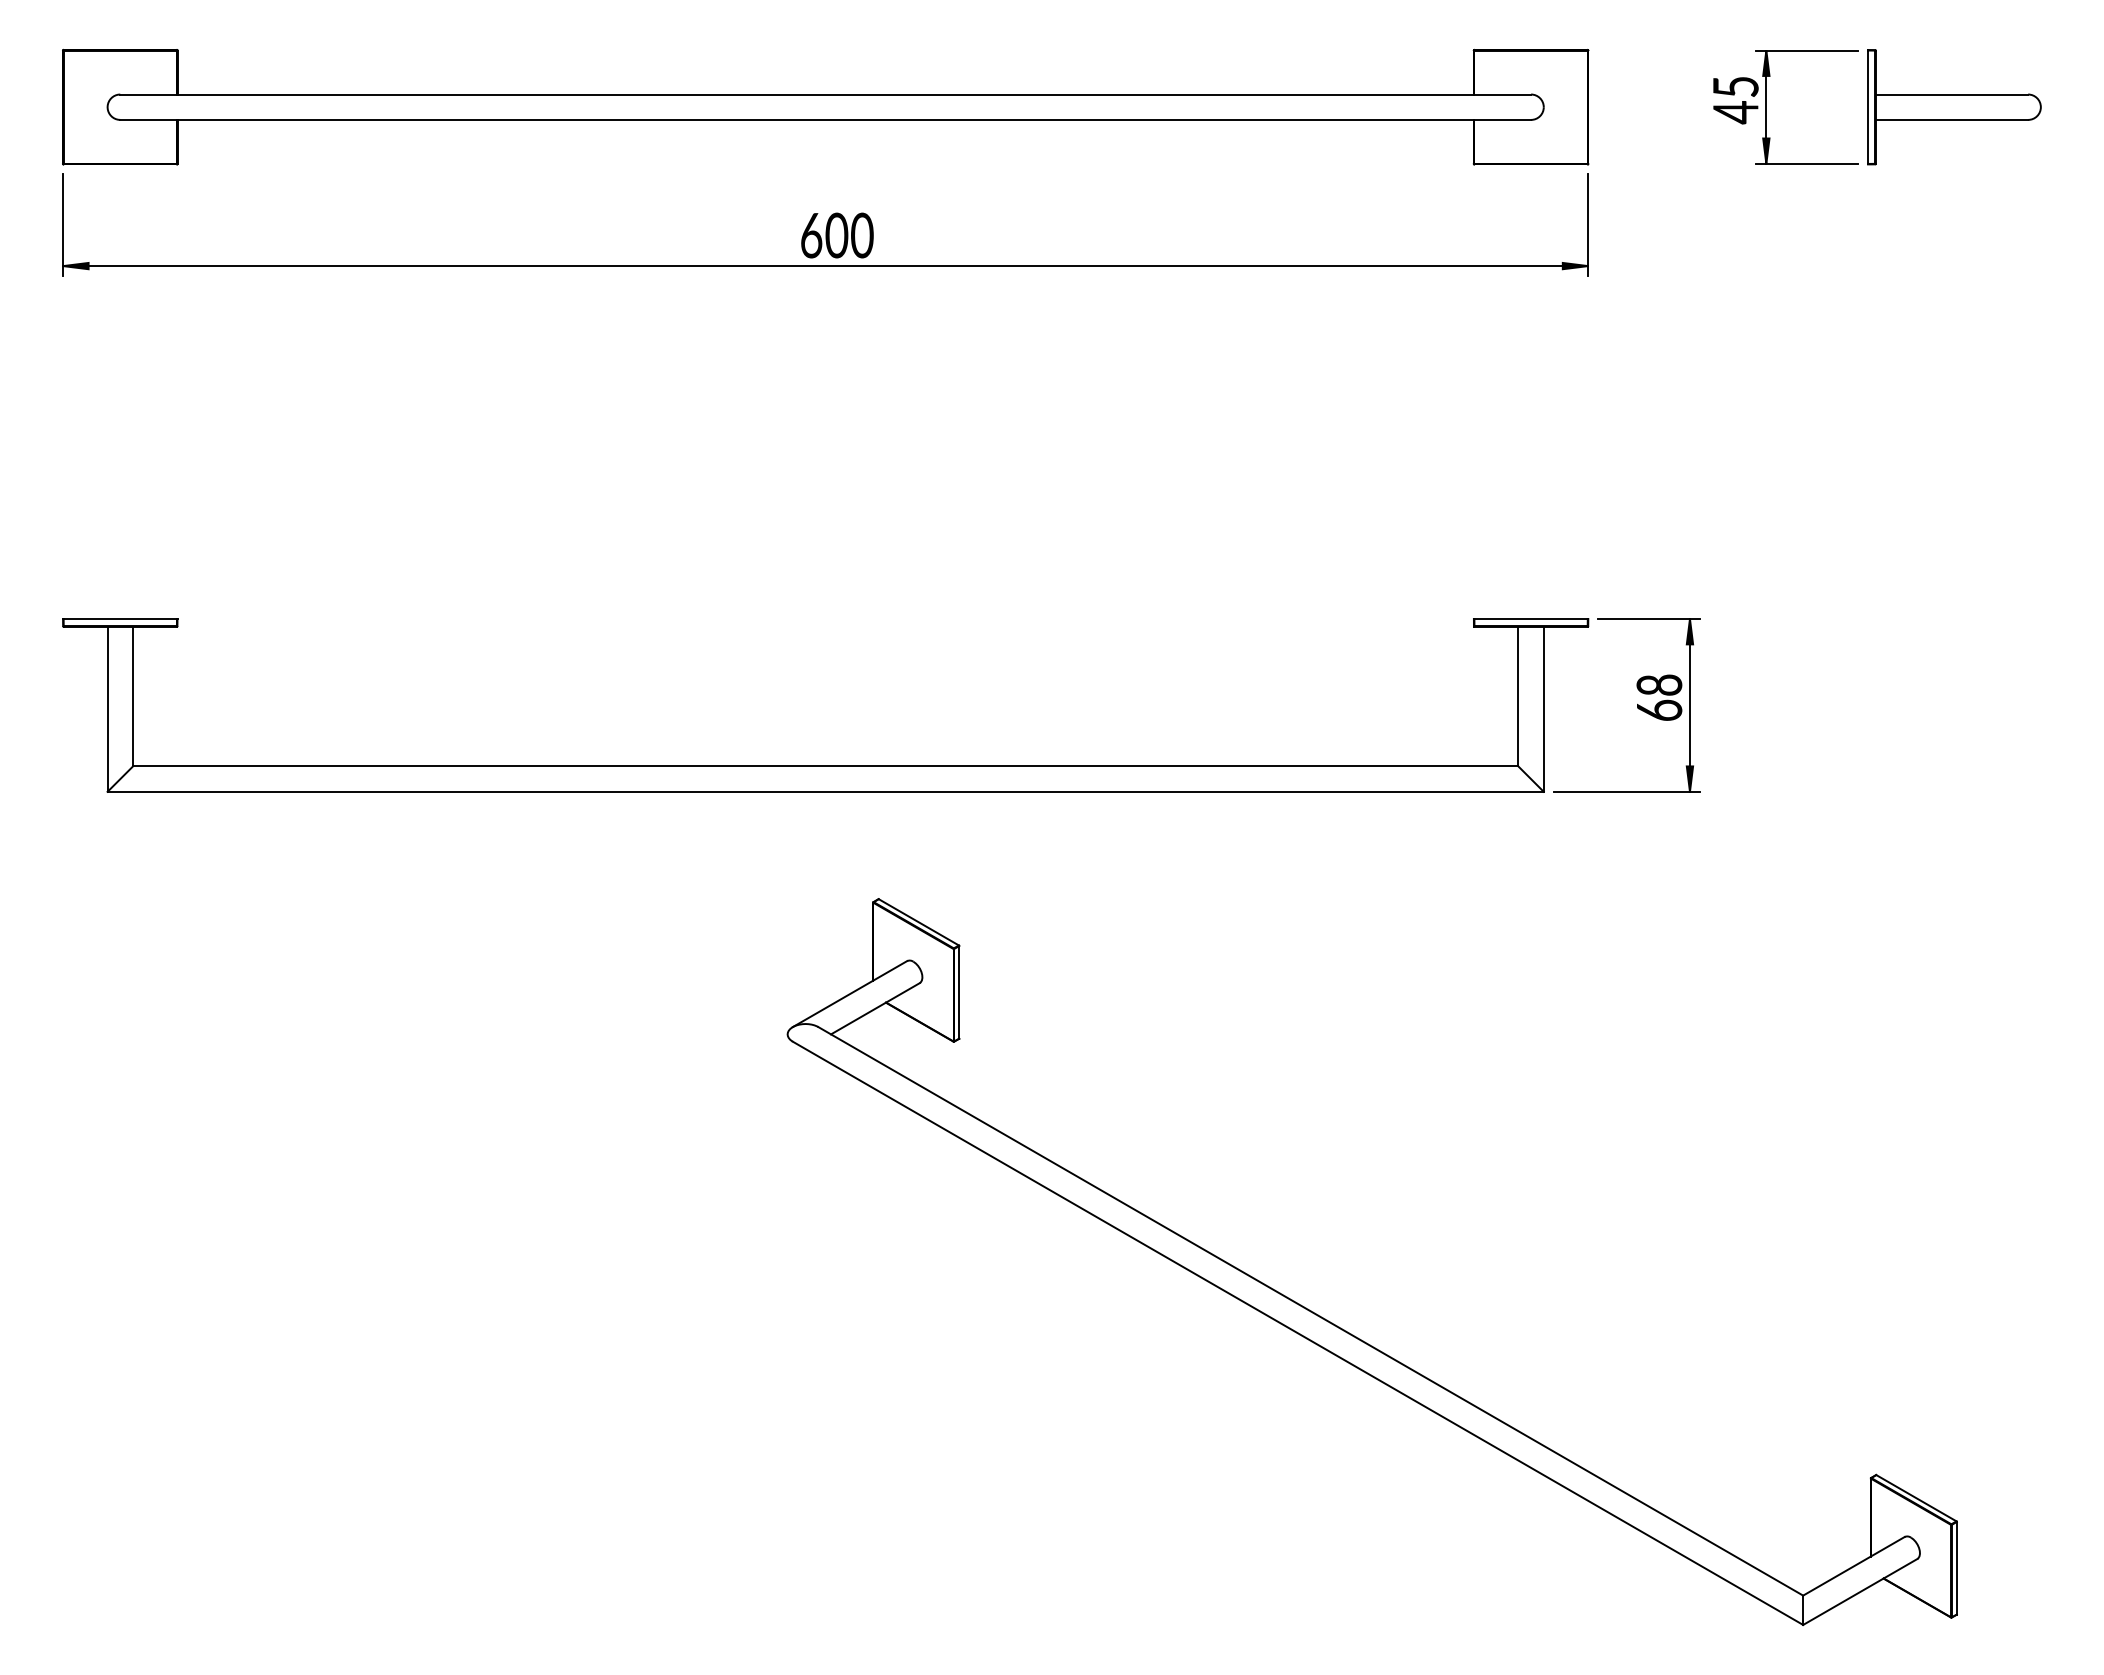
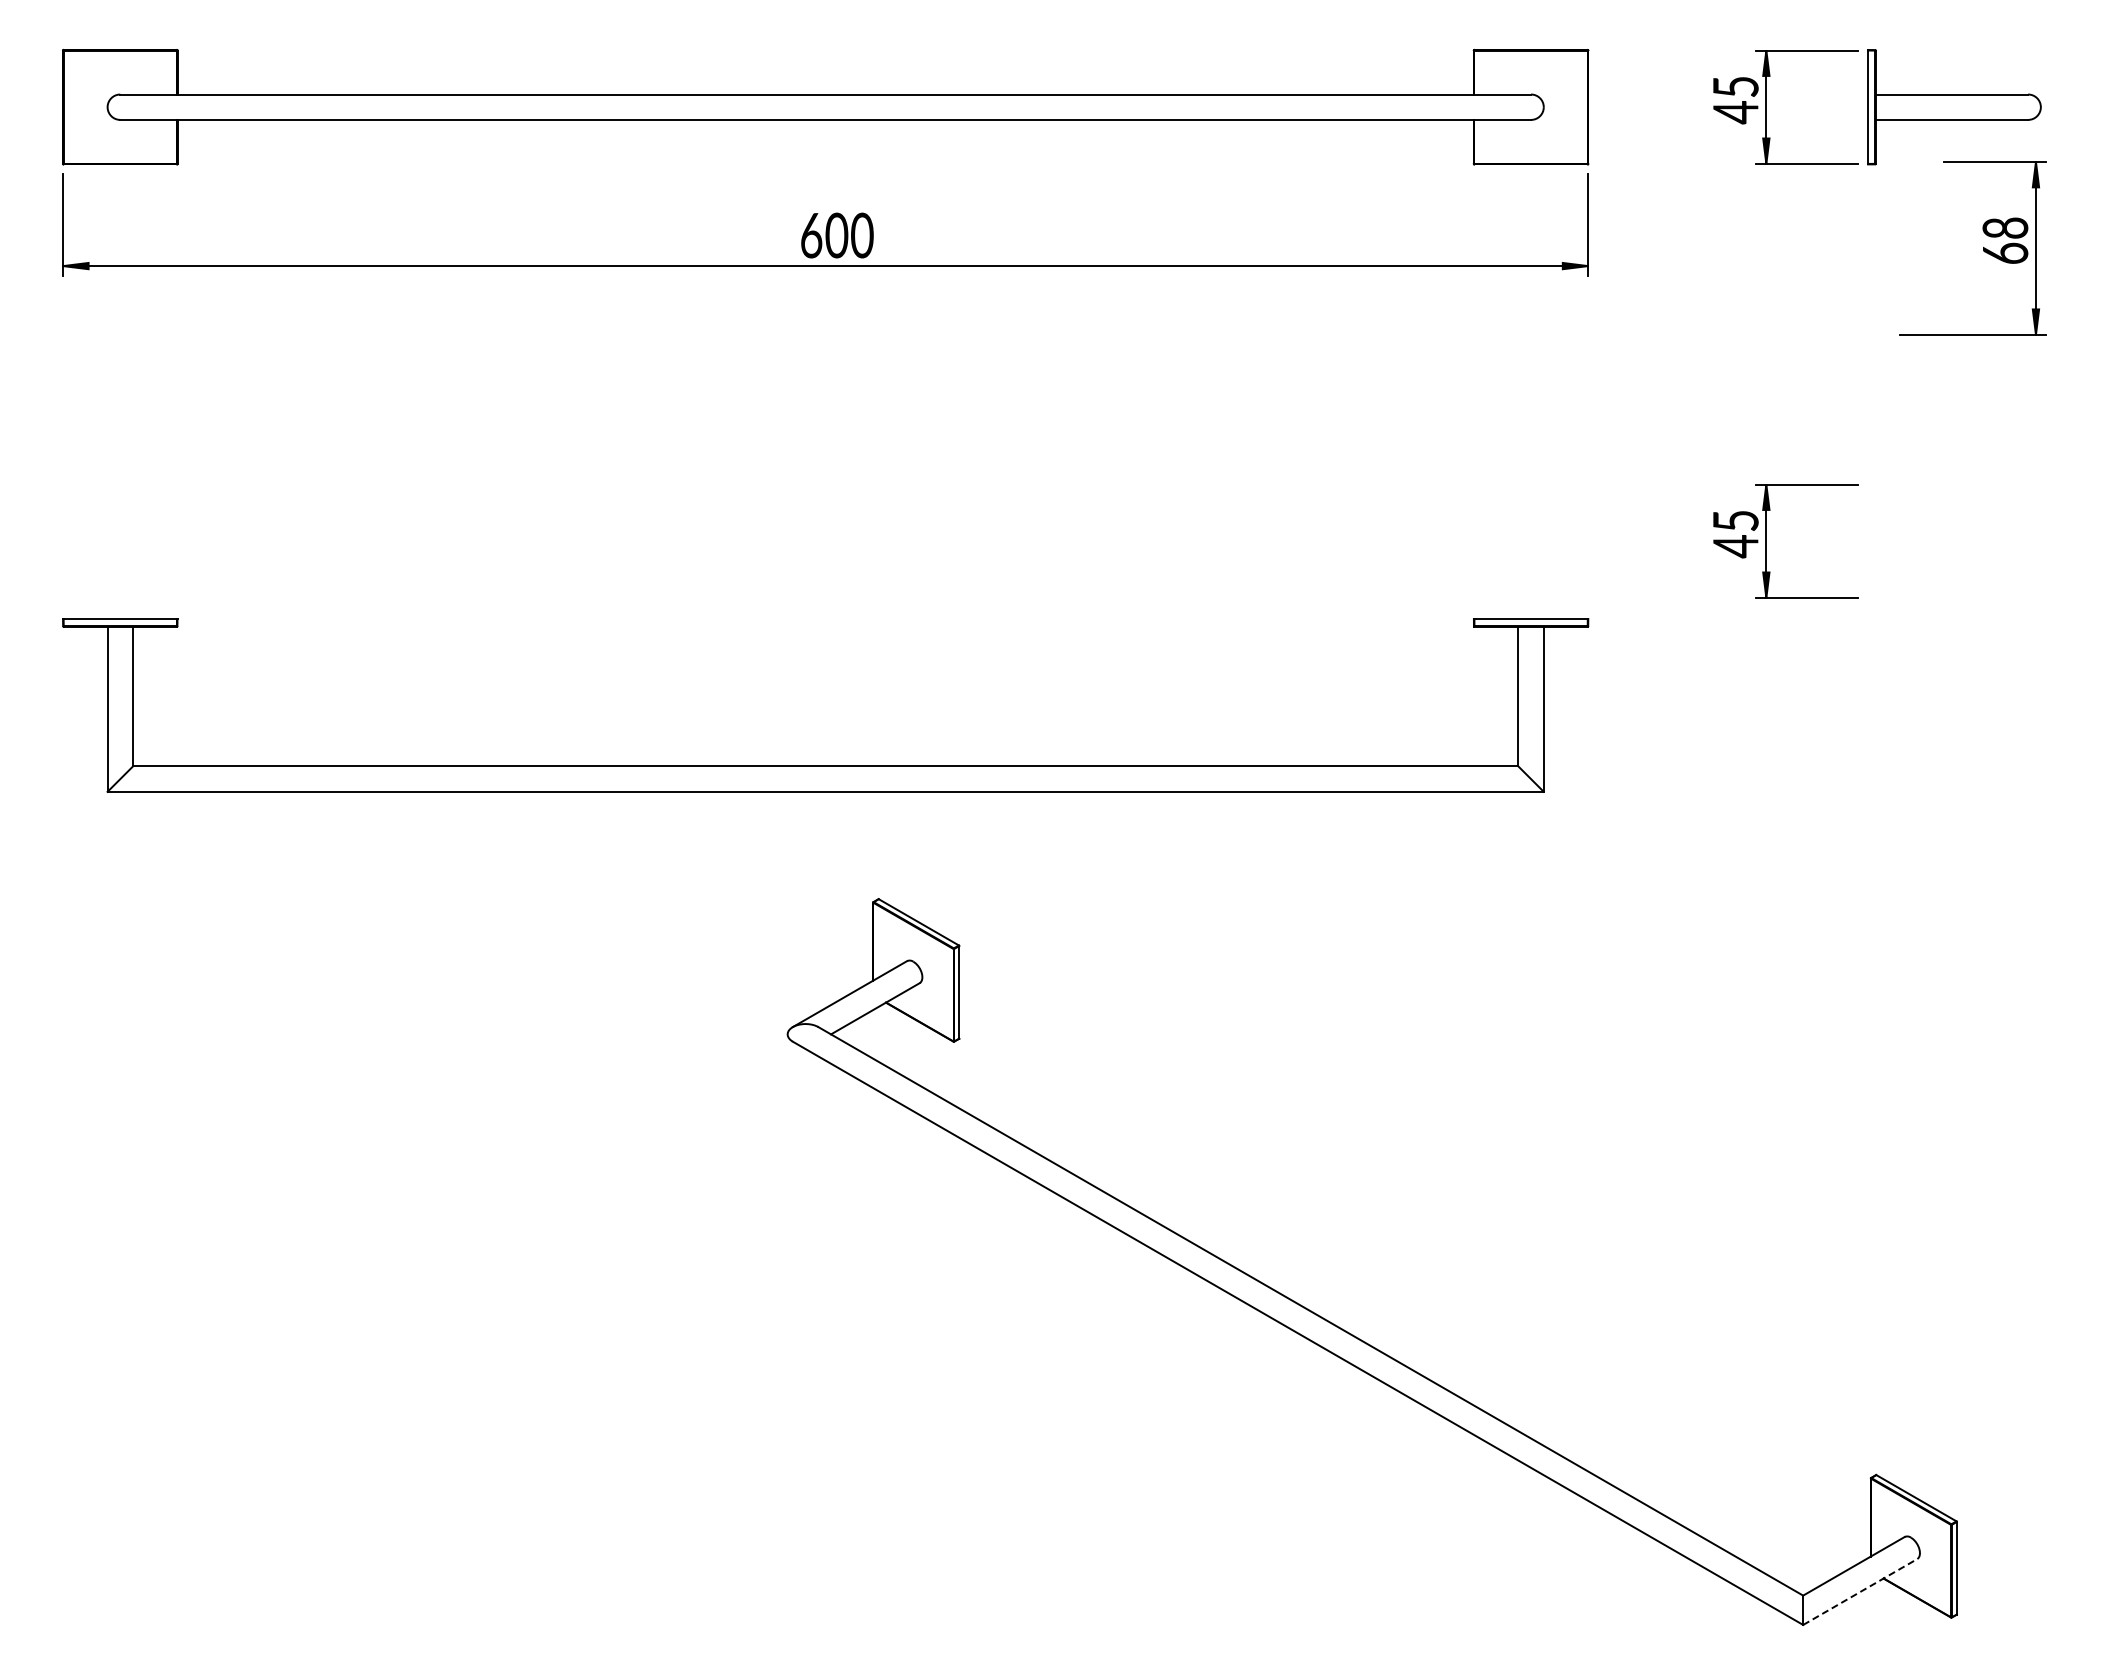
part at (1766, 541): none -> present
part at (1637, 705) position: (1637, 705) -> (1983, 248)
line at (1860, 1591): solid -> dashed
